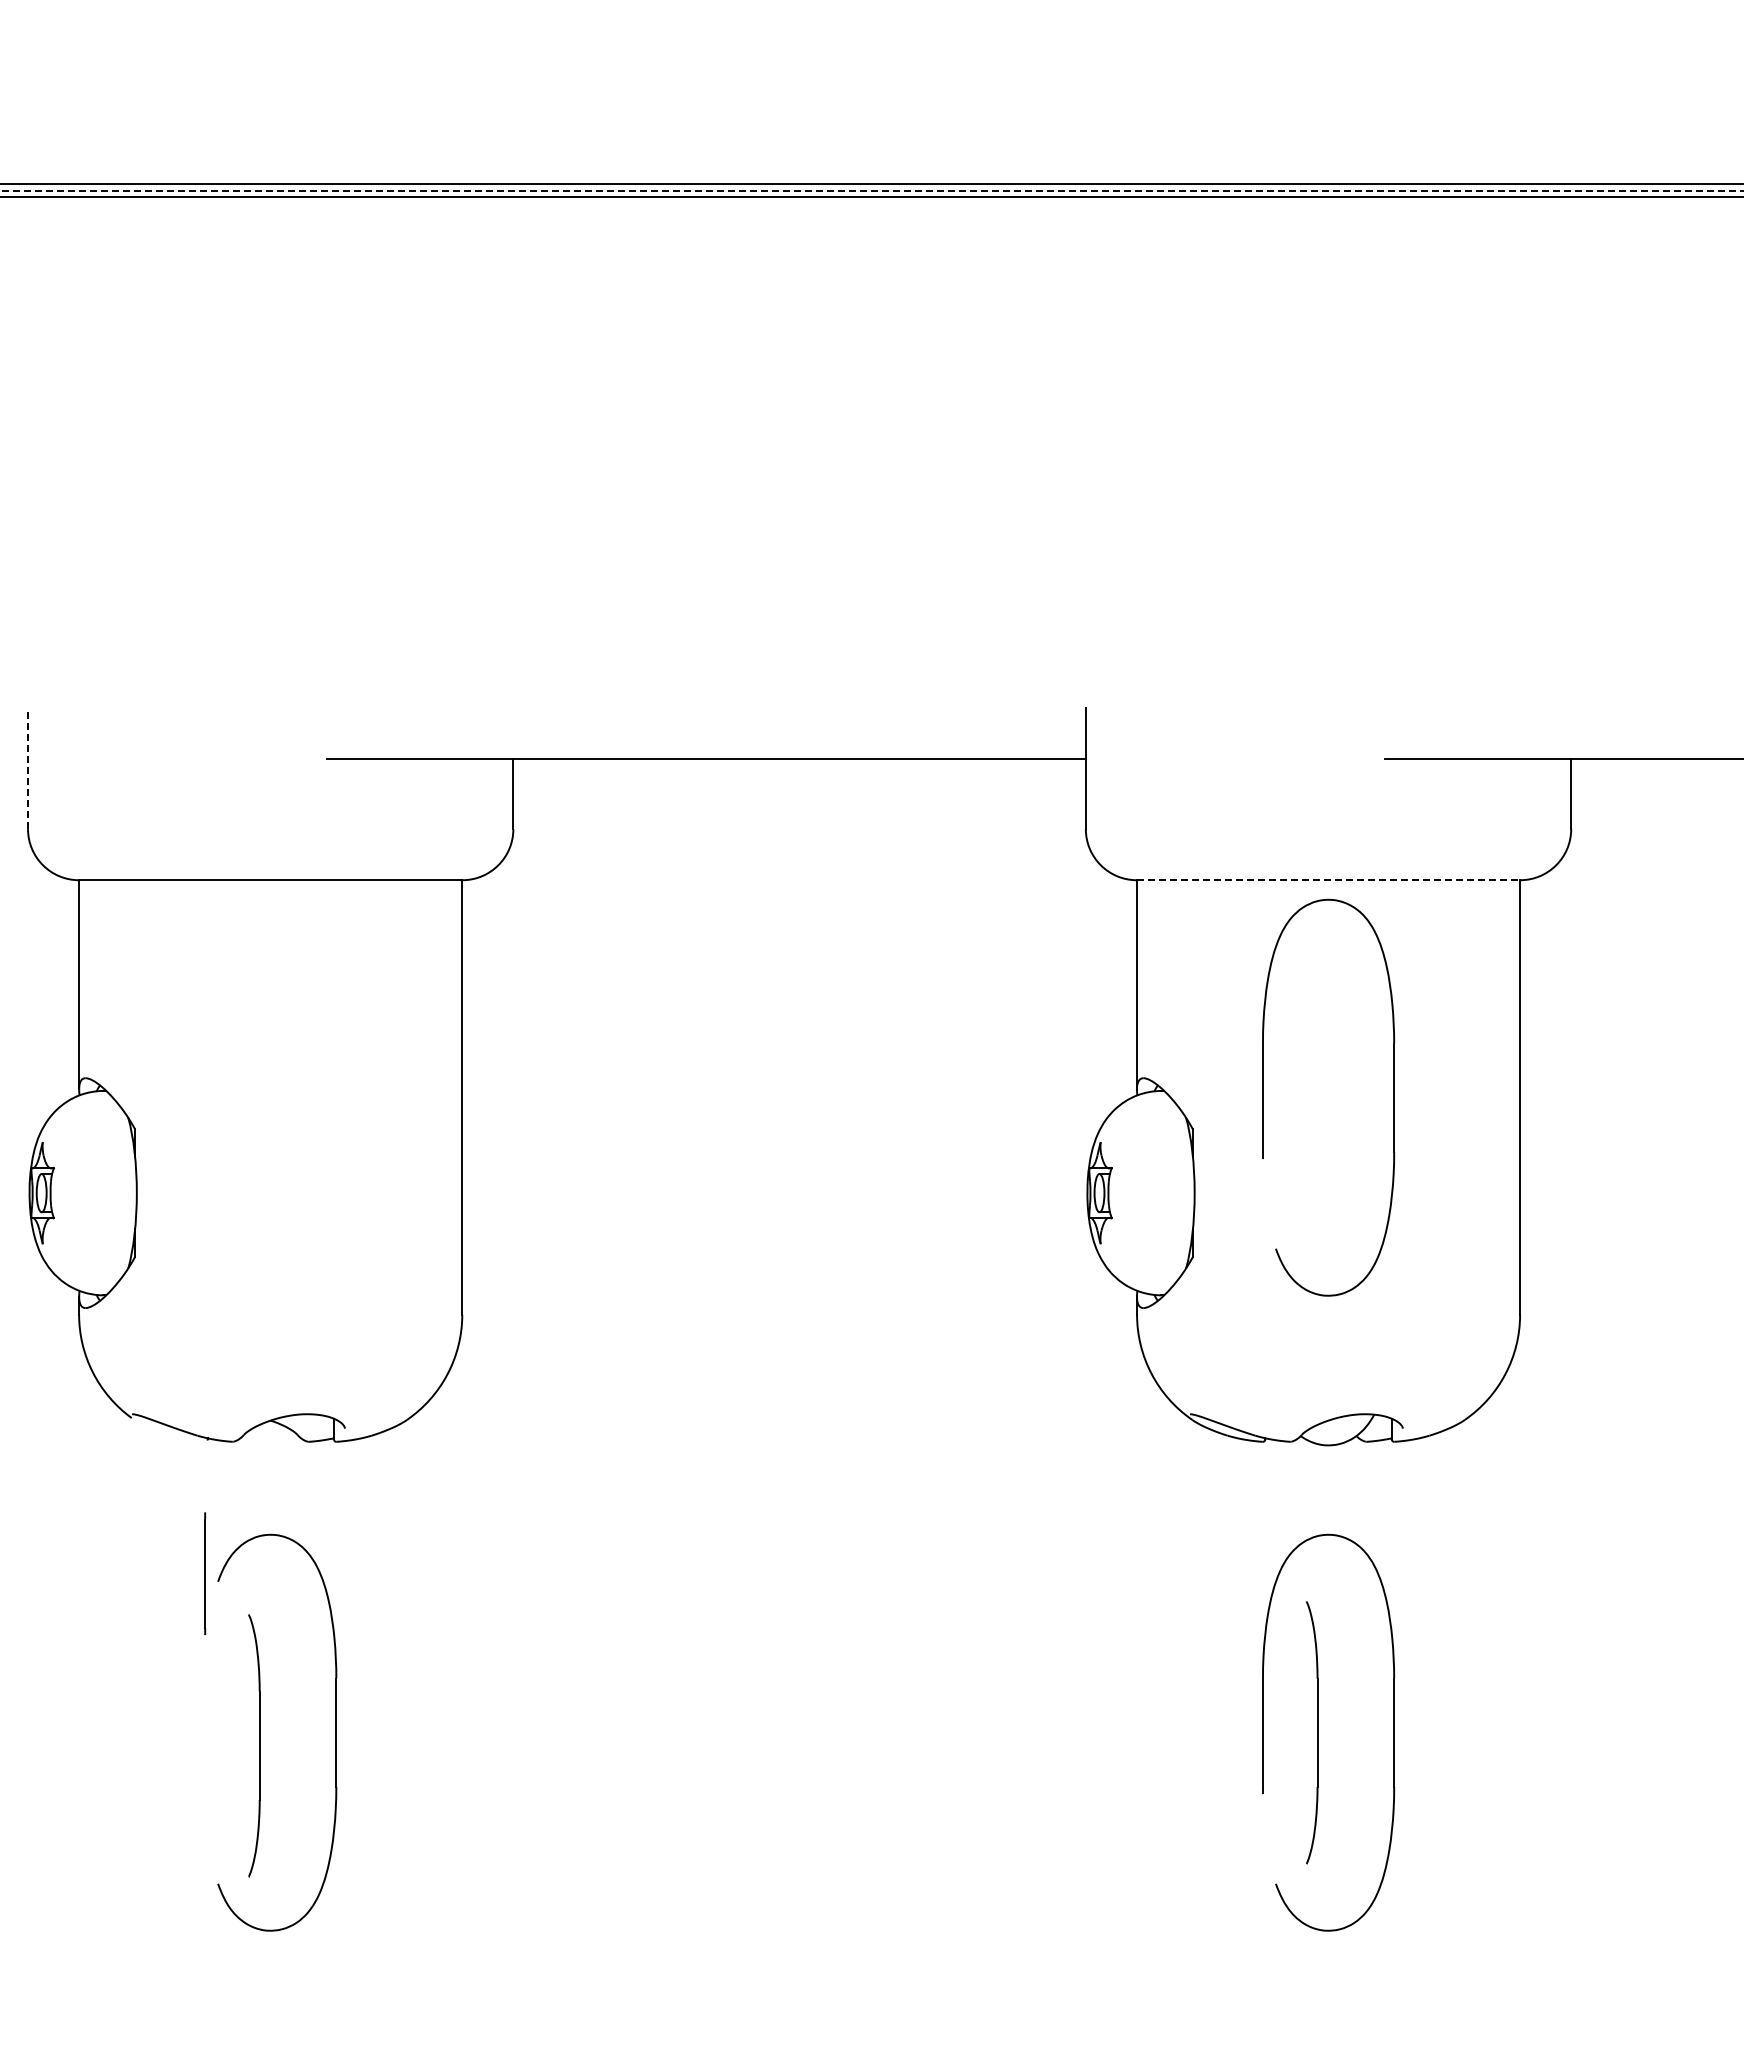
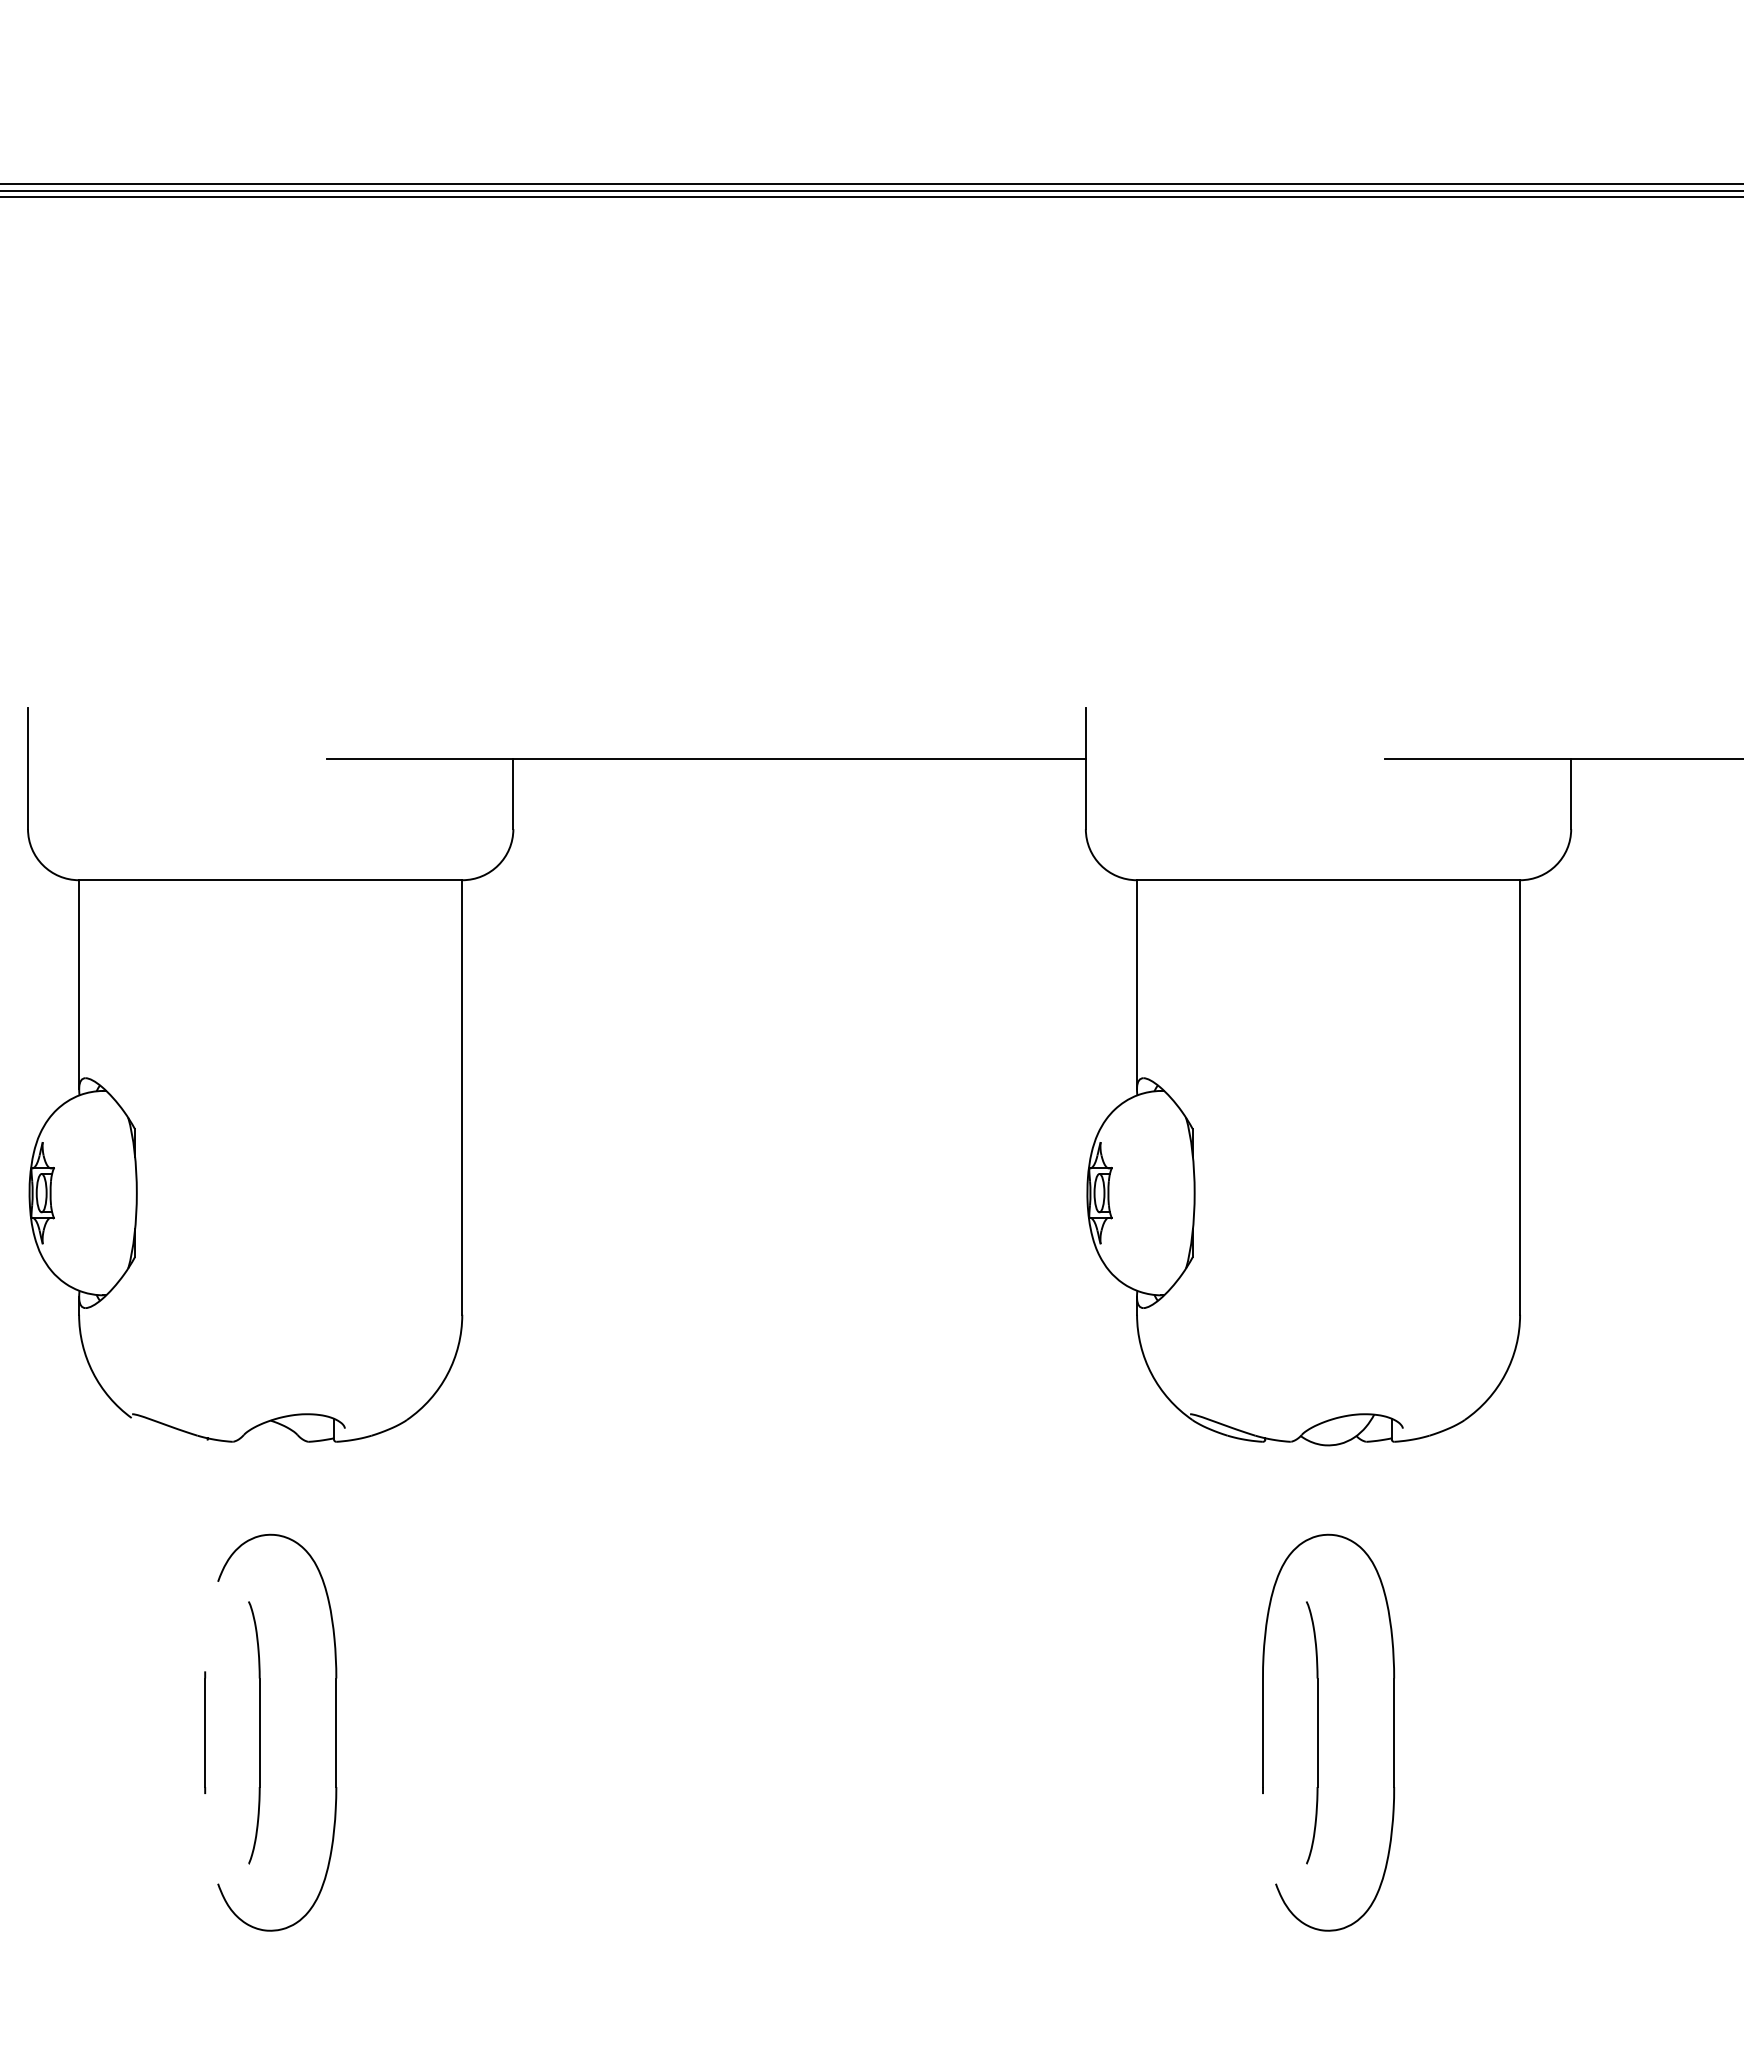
line at (871, 190): dashed -> solid
line at (28, 768): dashed -> solid
line at (1328, 880): dashed -> solid
part at (1263, 1097): present -> none
line at (205, 1573) position: (205, 1573) -> (205, 1732)
part at (254, 1745) position: (254, 1745) -> (254, 1732)
